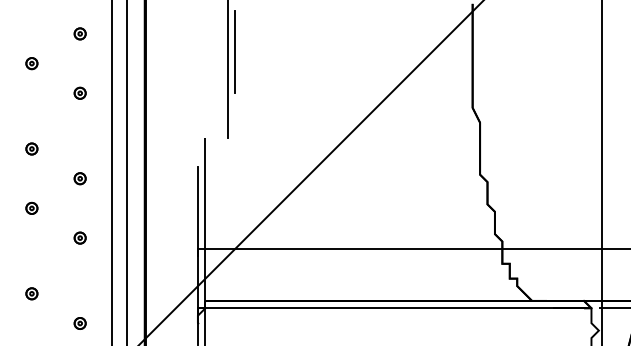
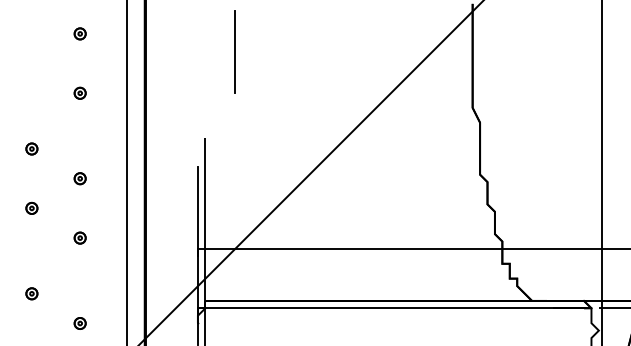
part at (31, 63): present -> none
line at (227, 69): present -> none
line at (111, 172): present -> none
